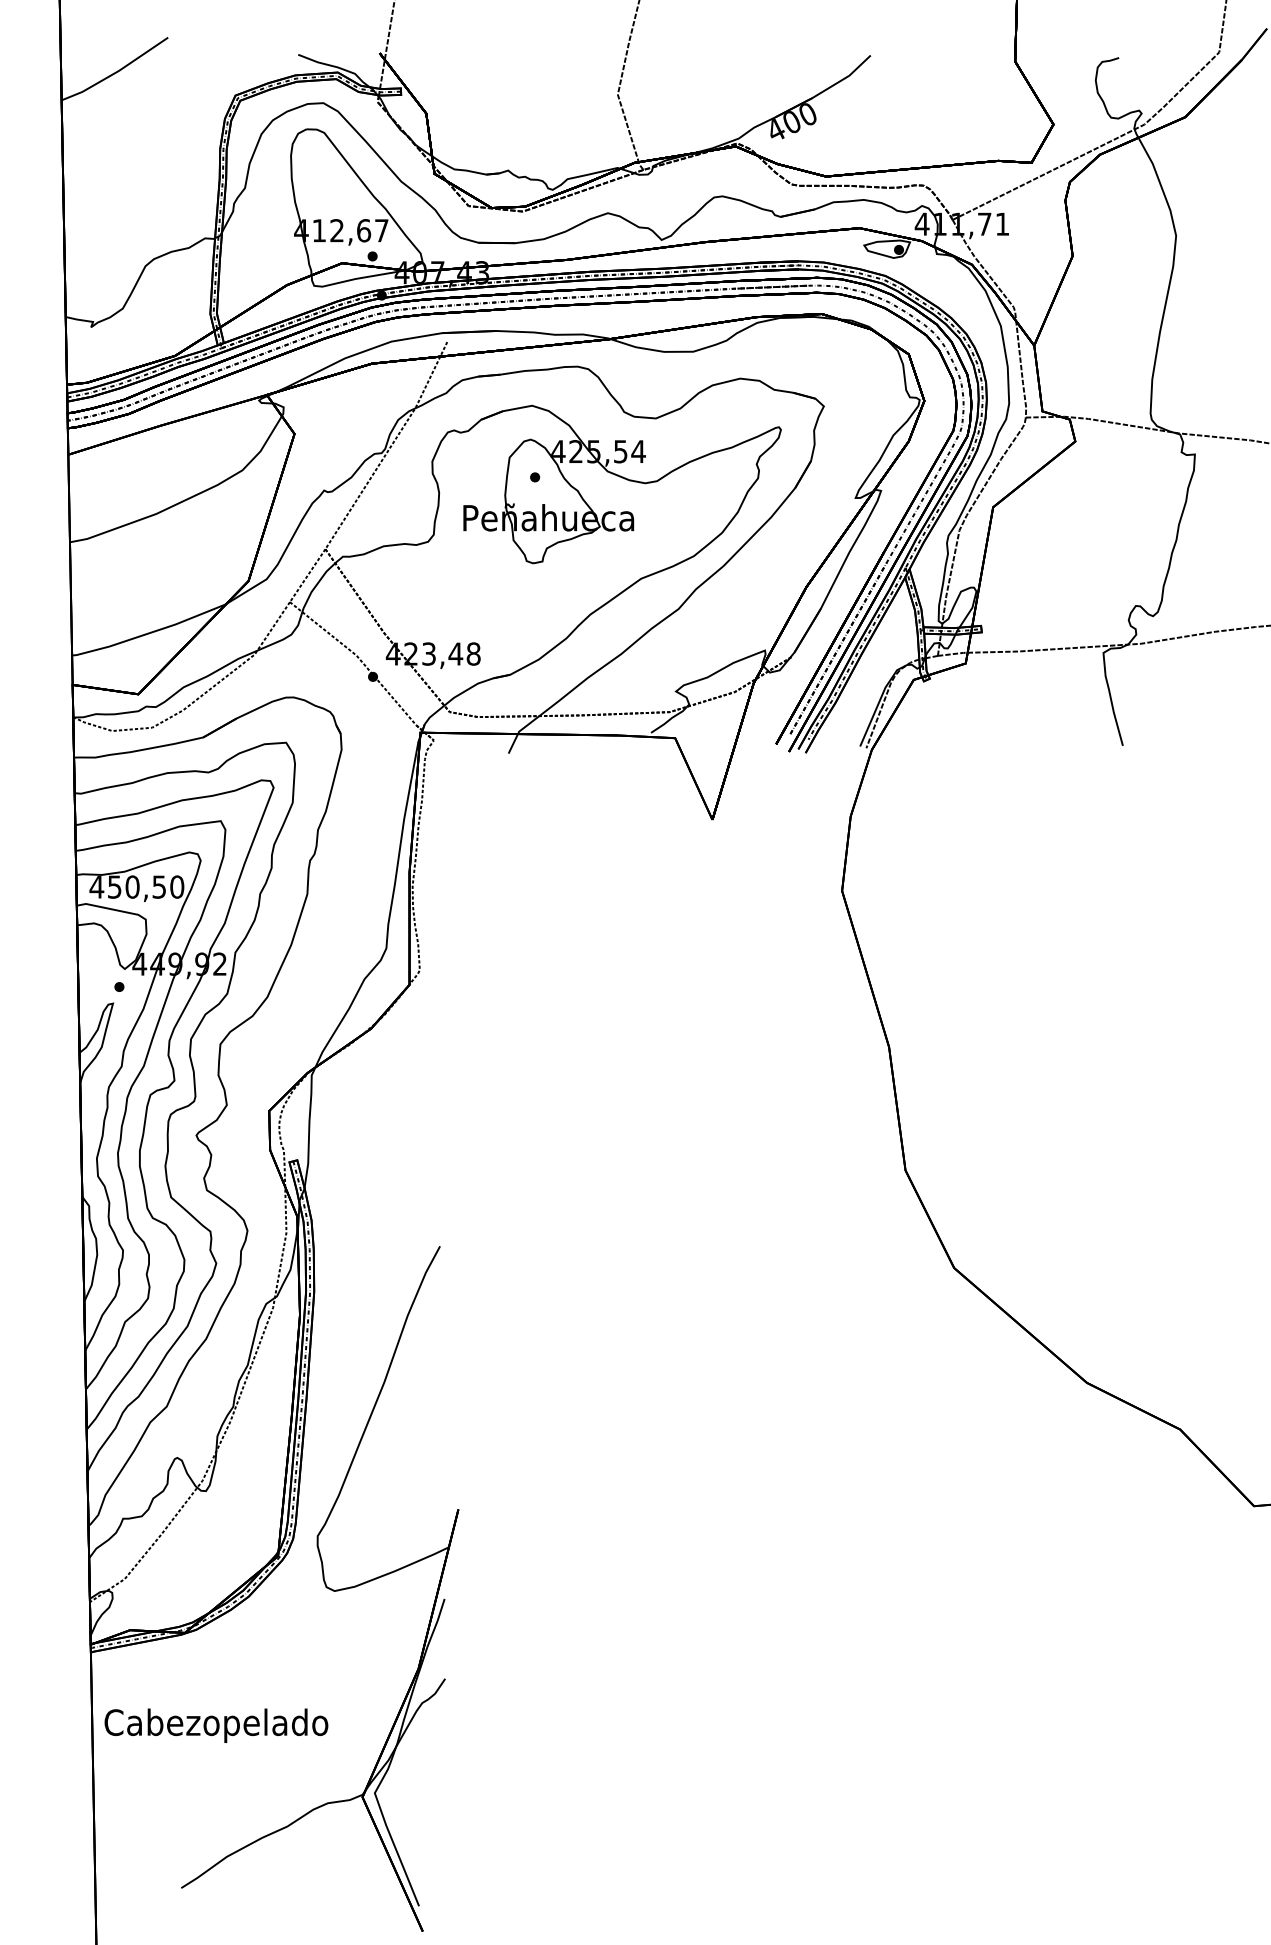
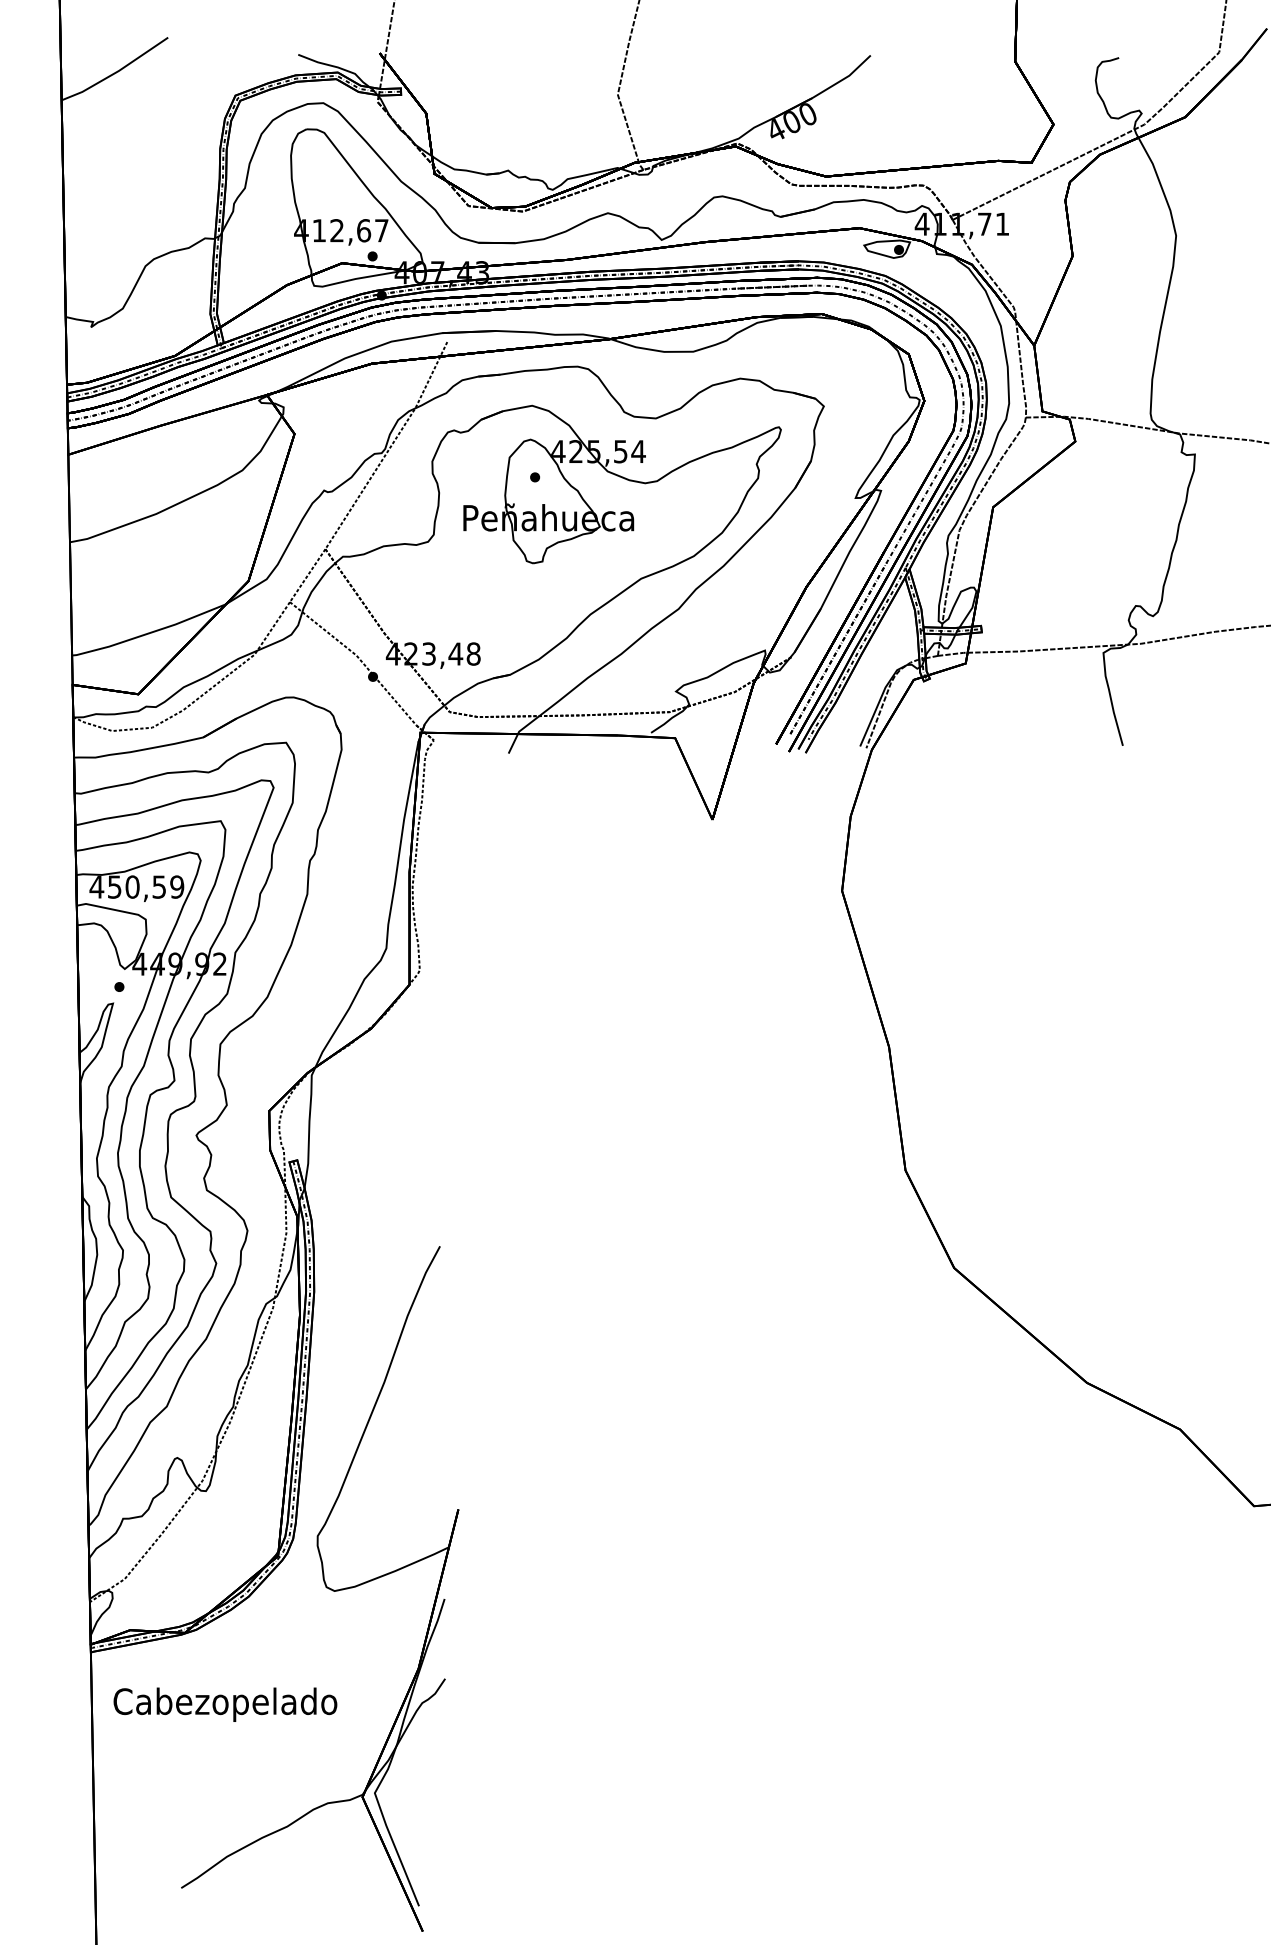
text at (177, 886): 450,50 -> 450,59
text at (216, 1725) position: (216, 1725) -> (225, 1704)
